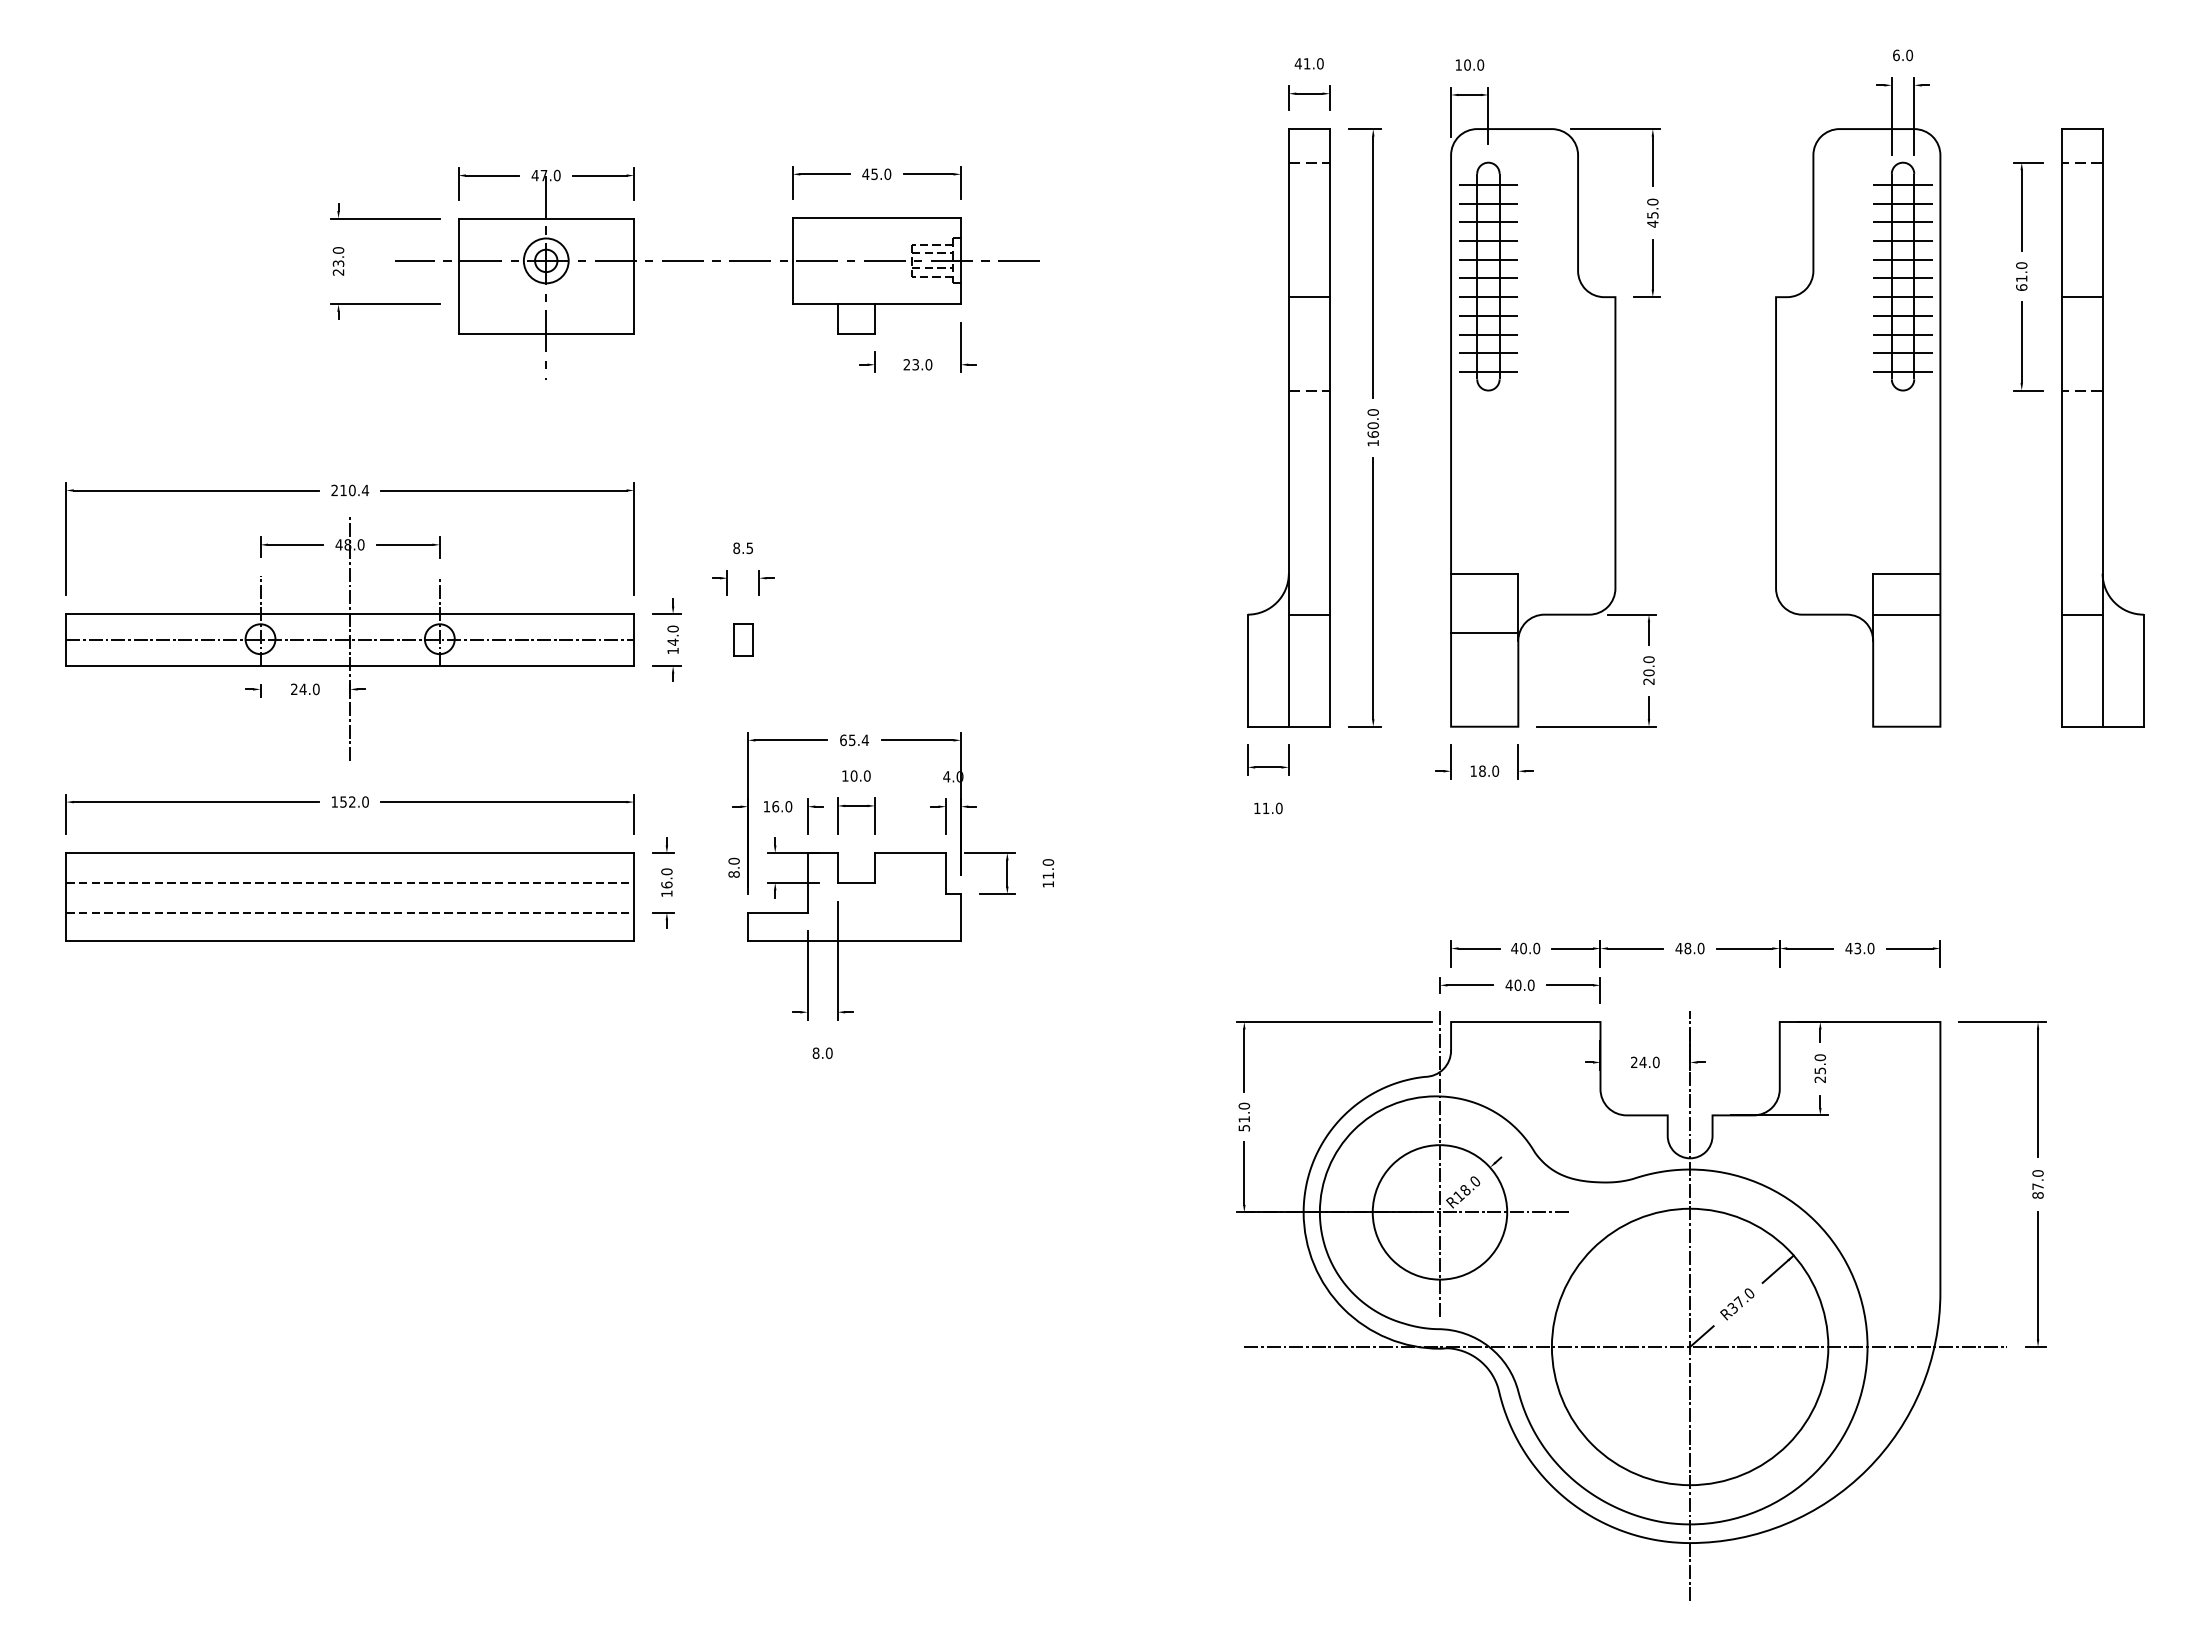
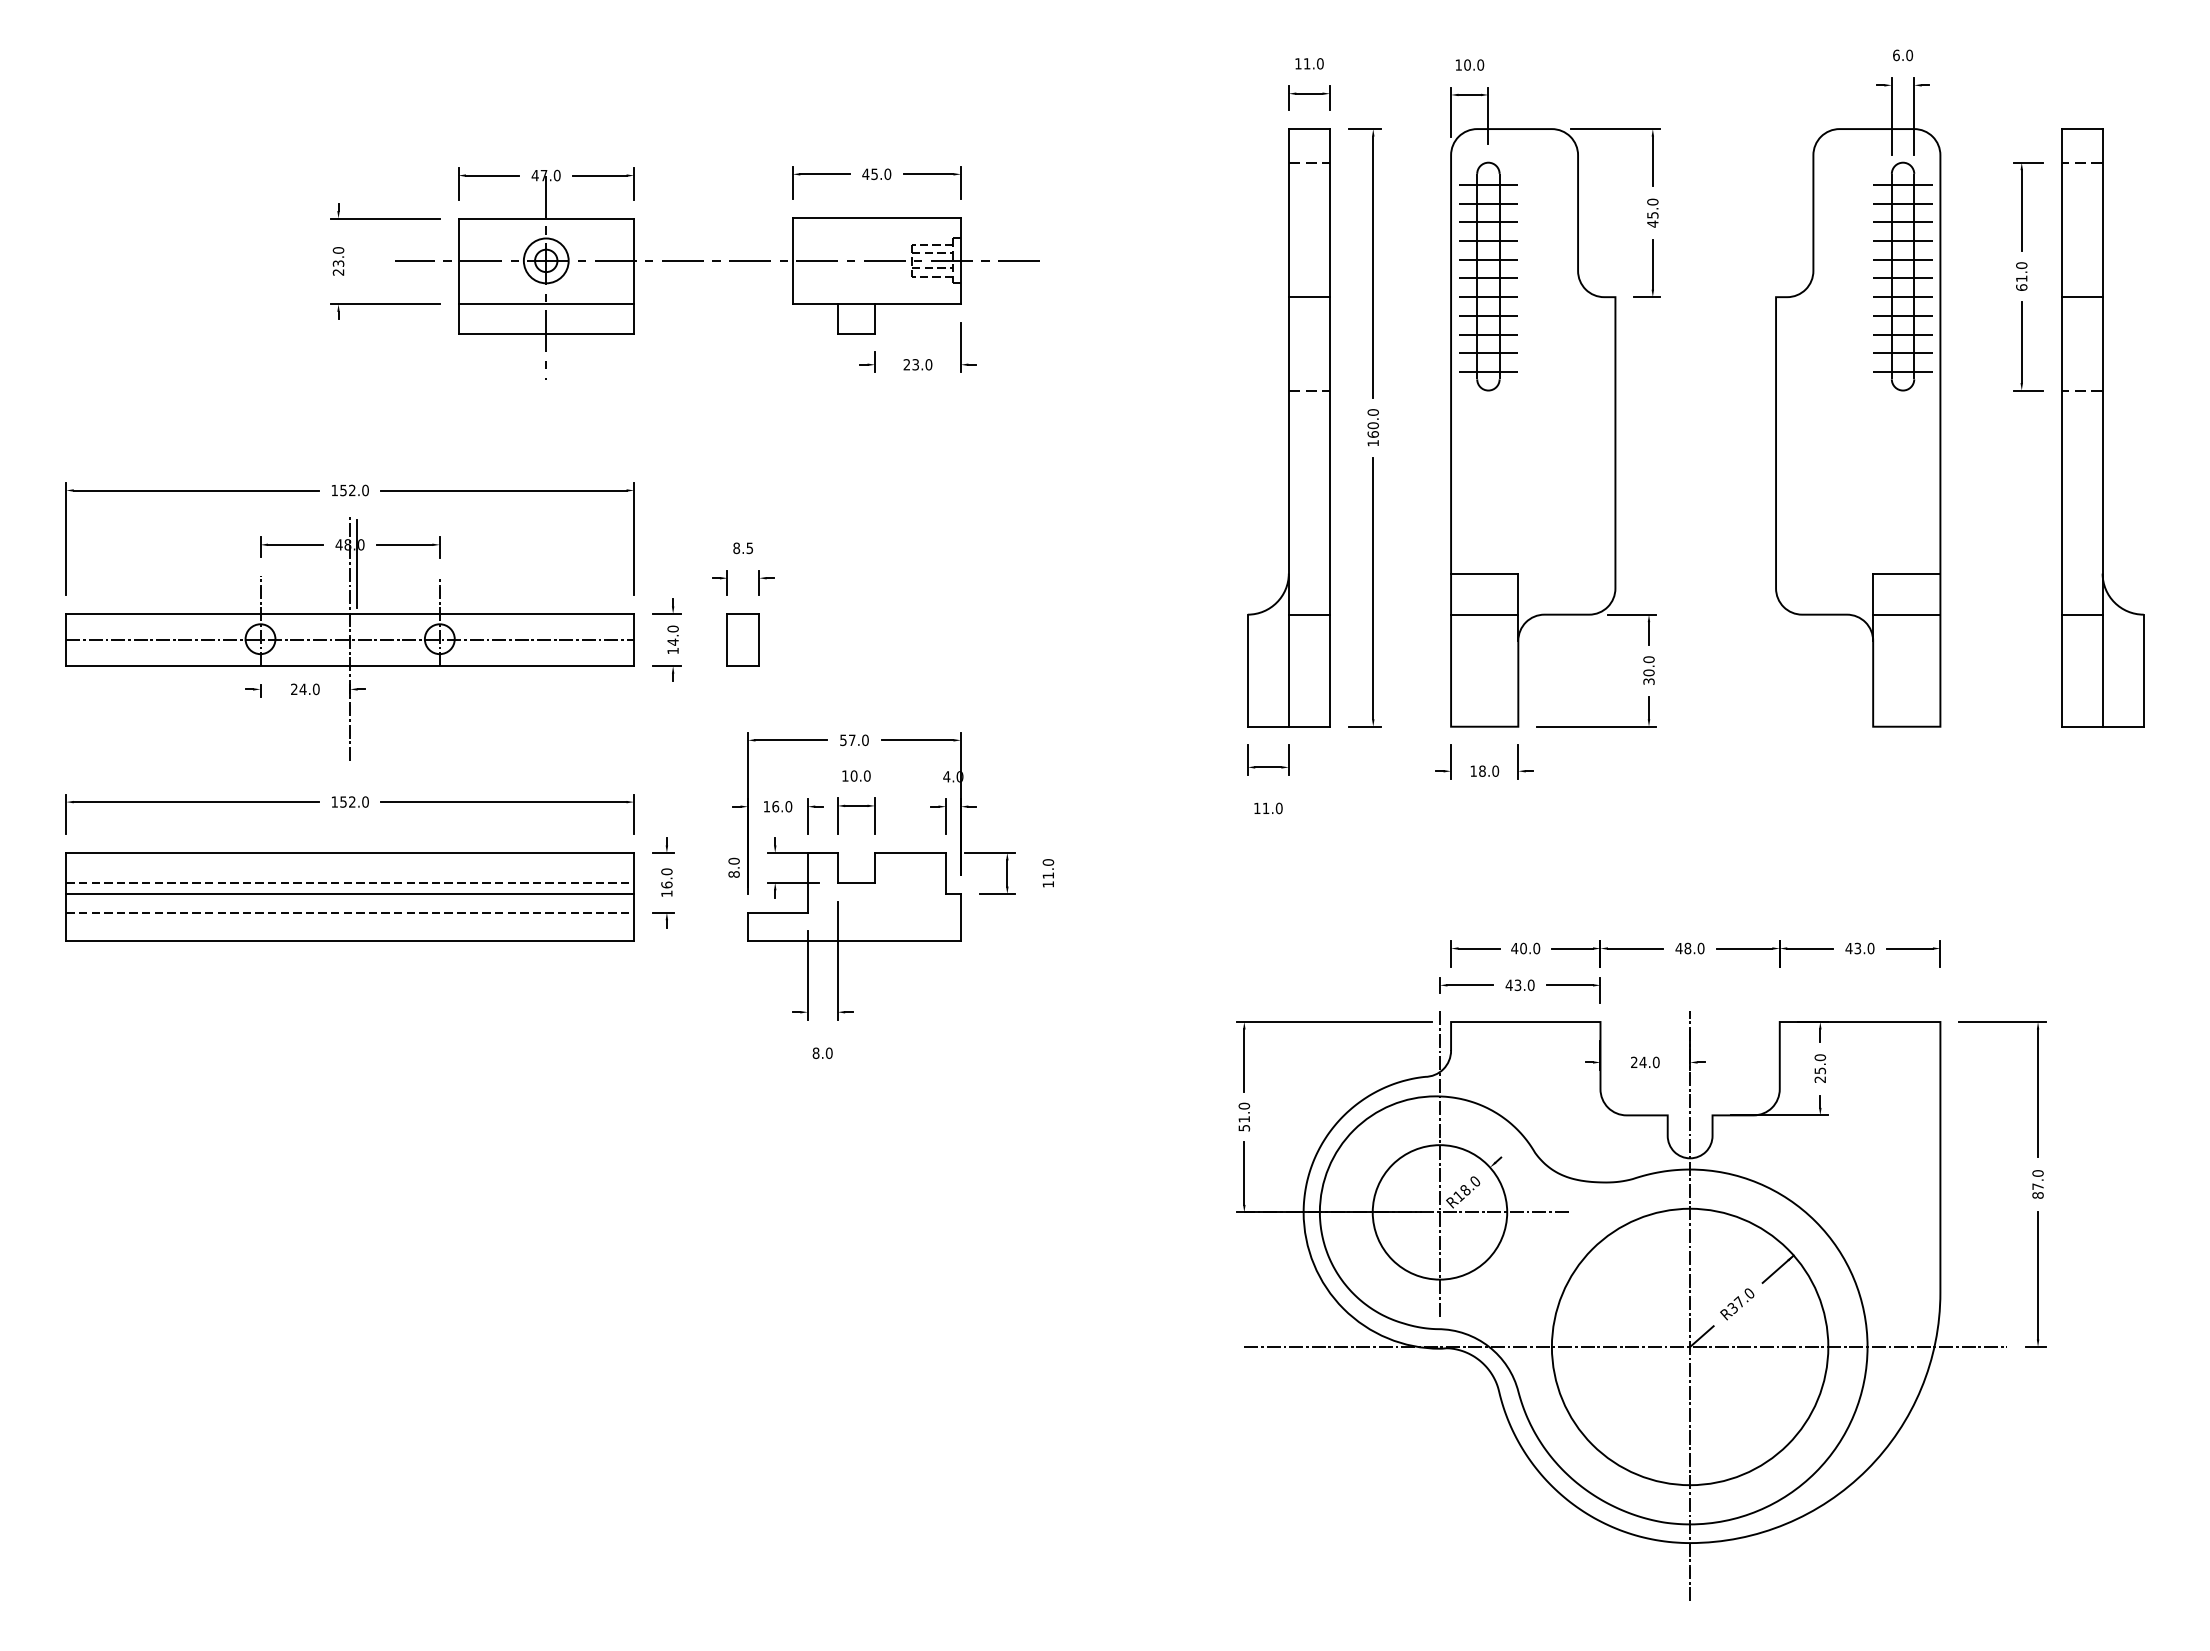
text at (1297, 63): 41.0 -> 11.0
line at (546, 304): none -> present
text at (350, 490): 210.4 -> 152.0
line at (356, 564): none -> present
line at (1484, 632) position: (1484, 632) -> (1484, 614)
part at (743, 639) size: 21x34 px -> 34x54 px
text at (1649, 681): 20.0 -> 30.0
text at (854, 740): 65.4 -> 57.0
line at (350, 894): none -> present
text at (1517, 984): 40.0 -> 43.0
